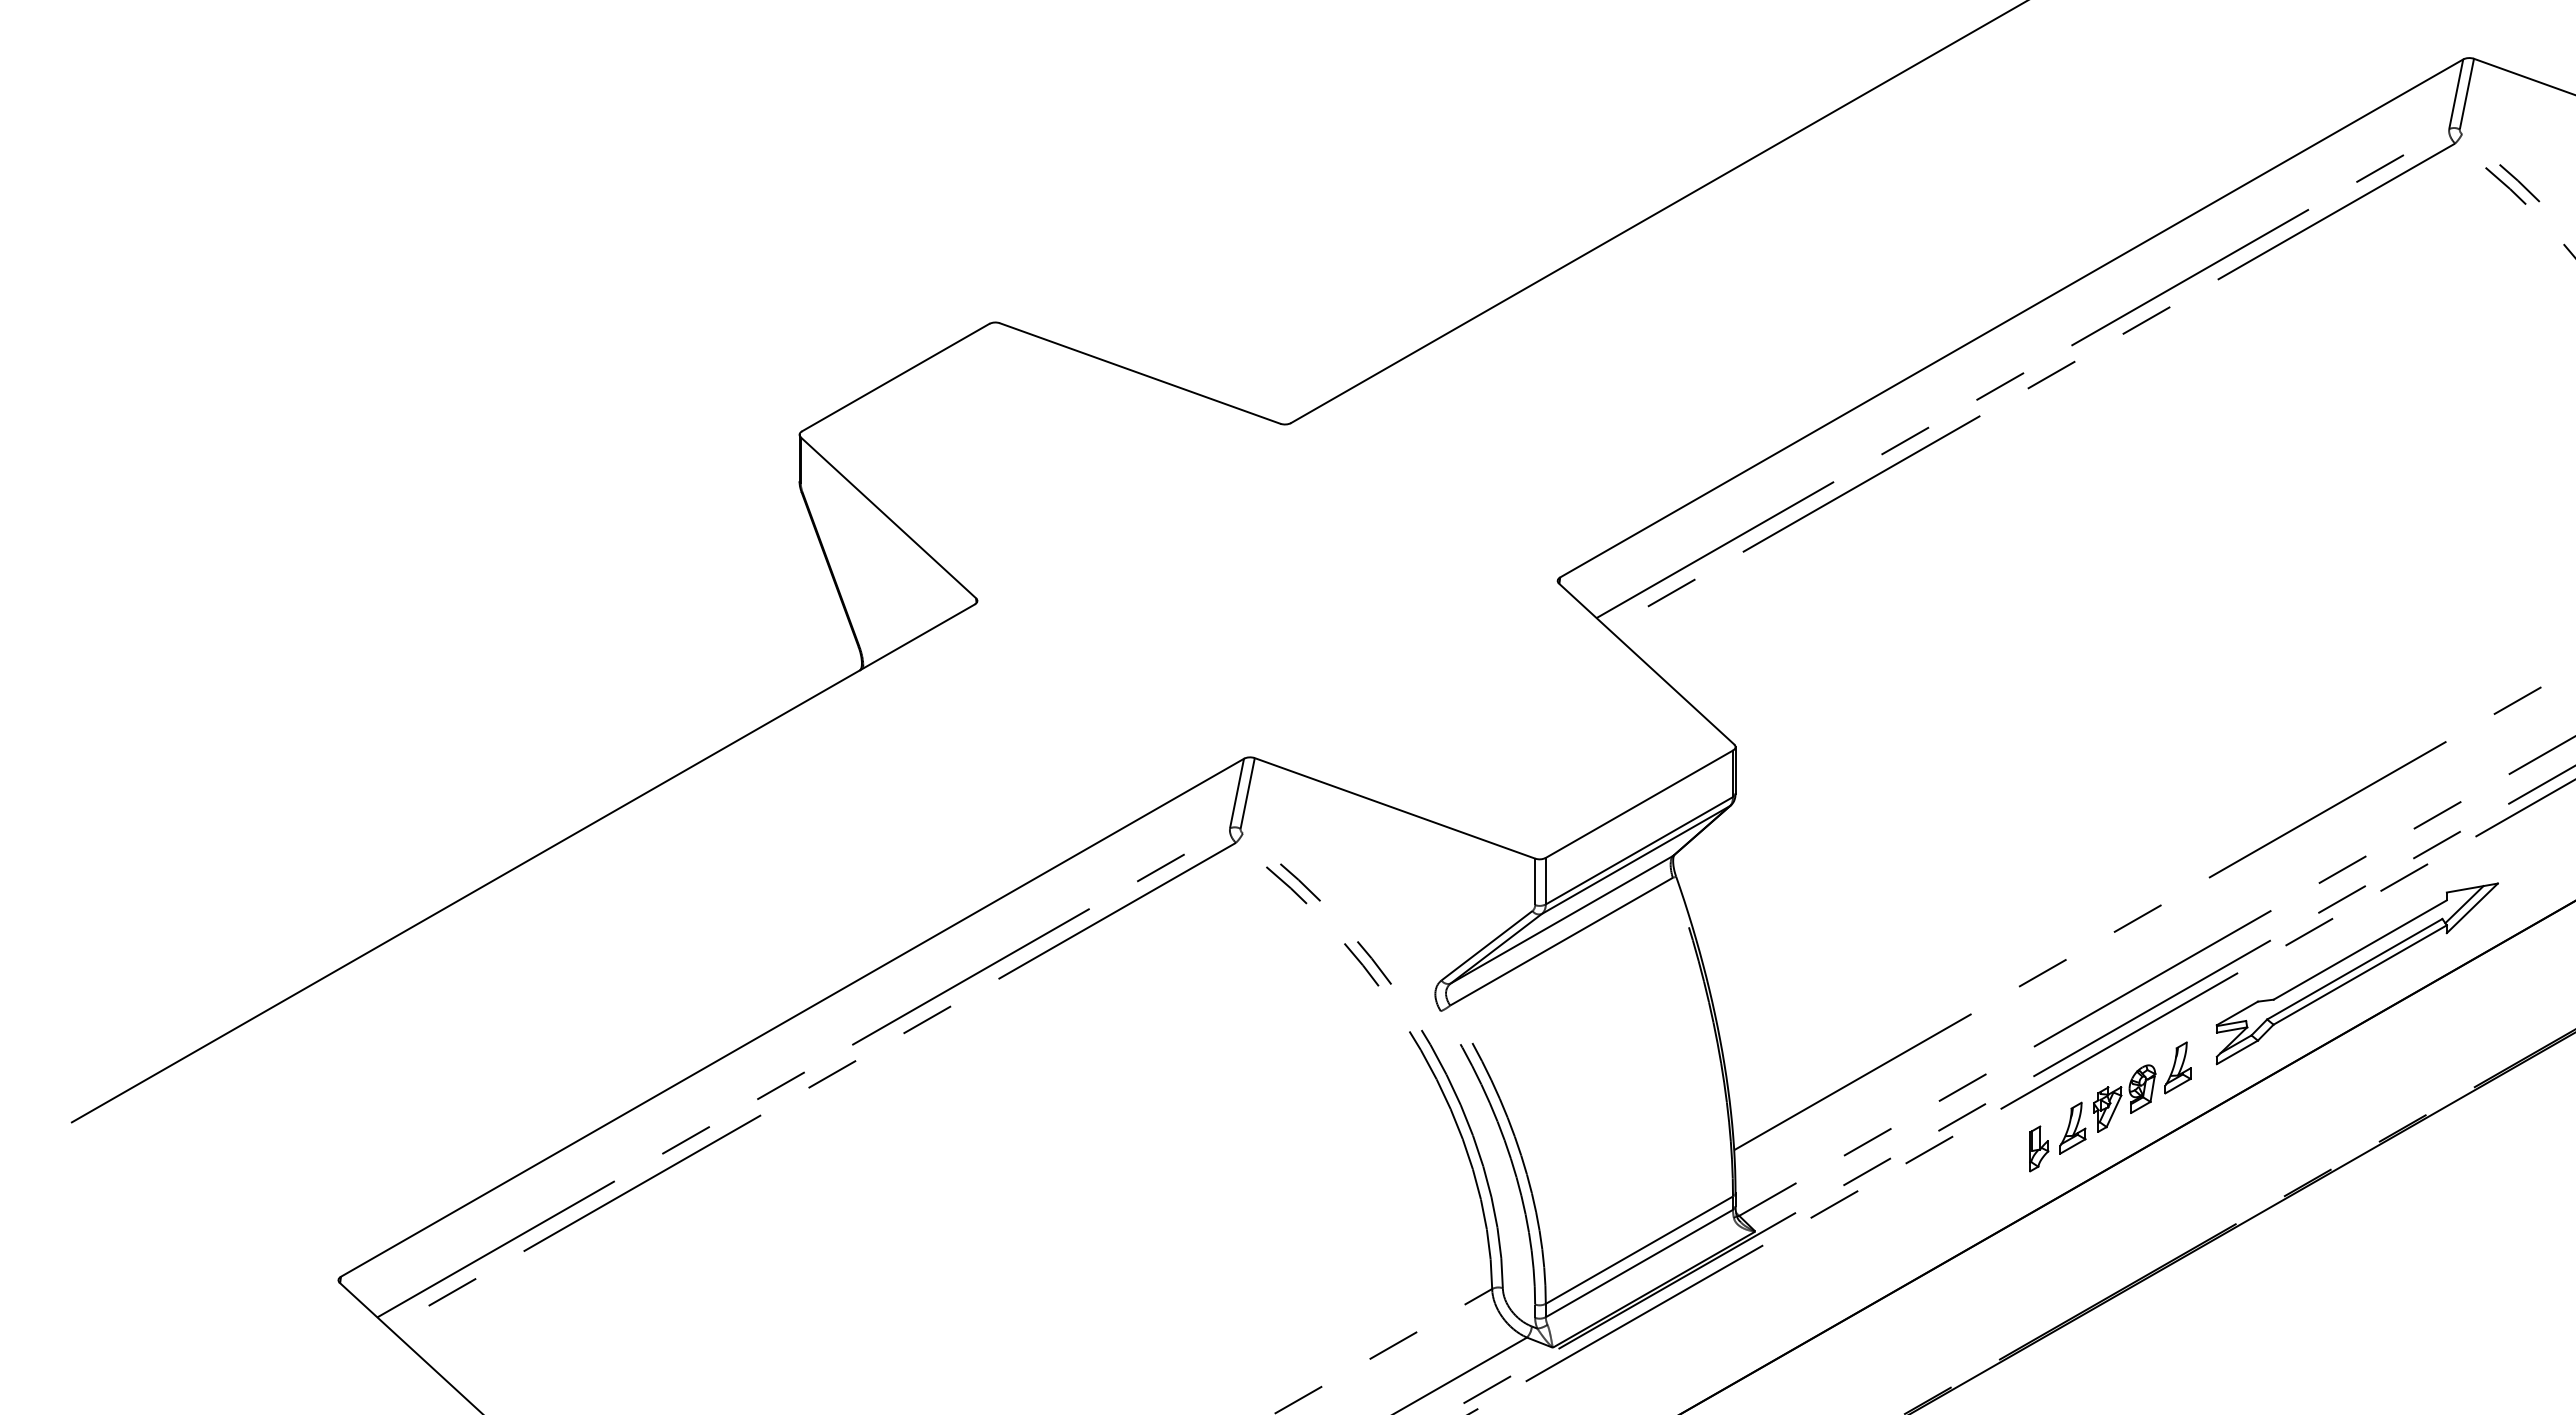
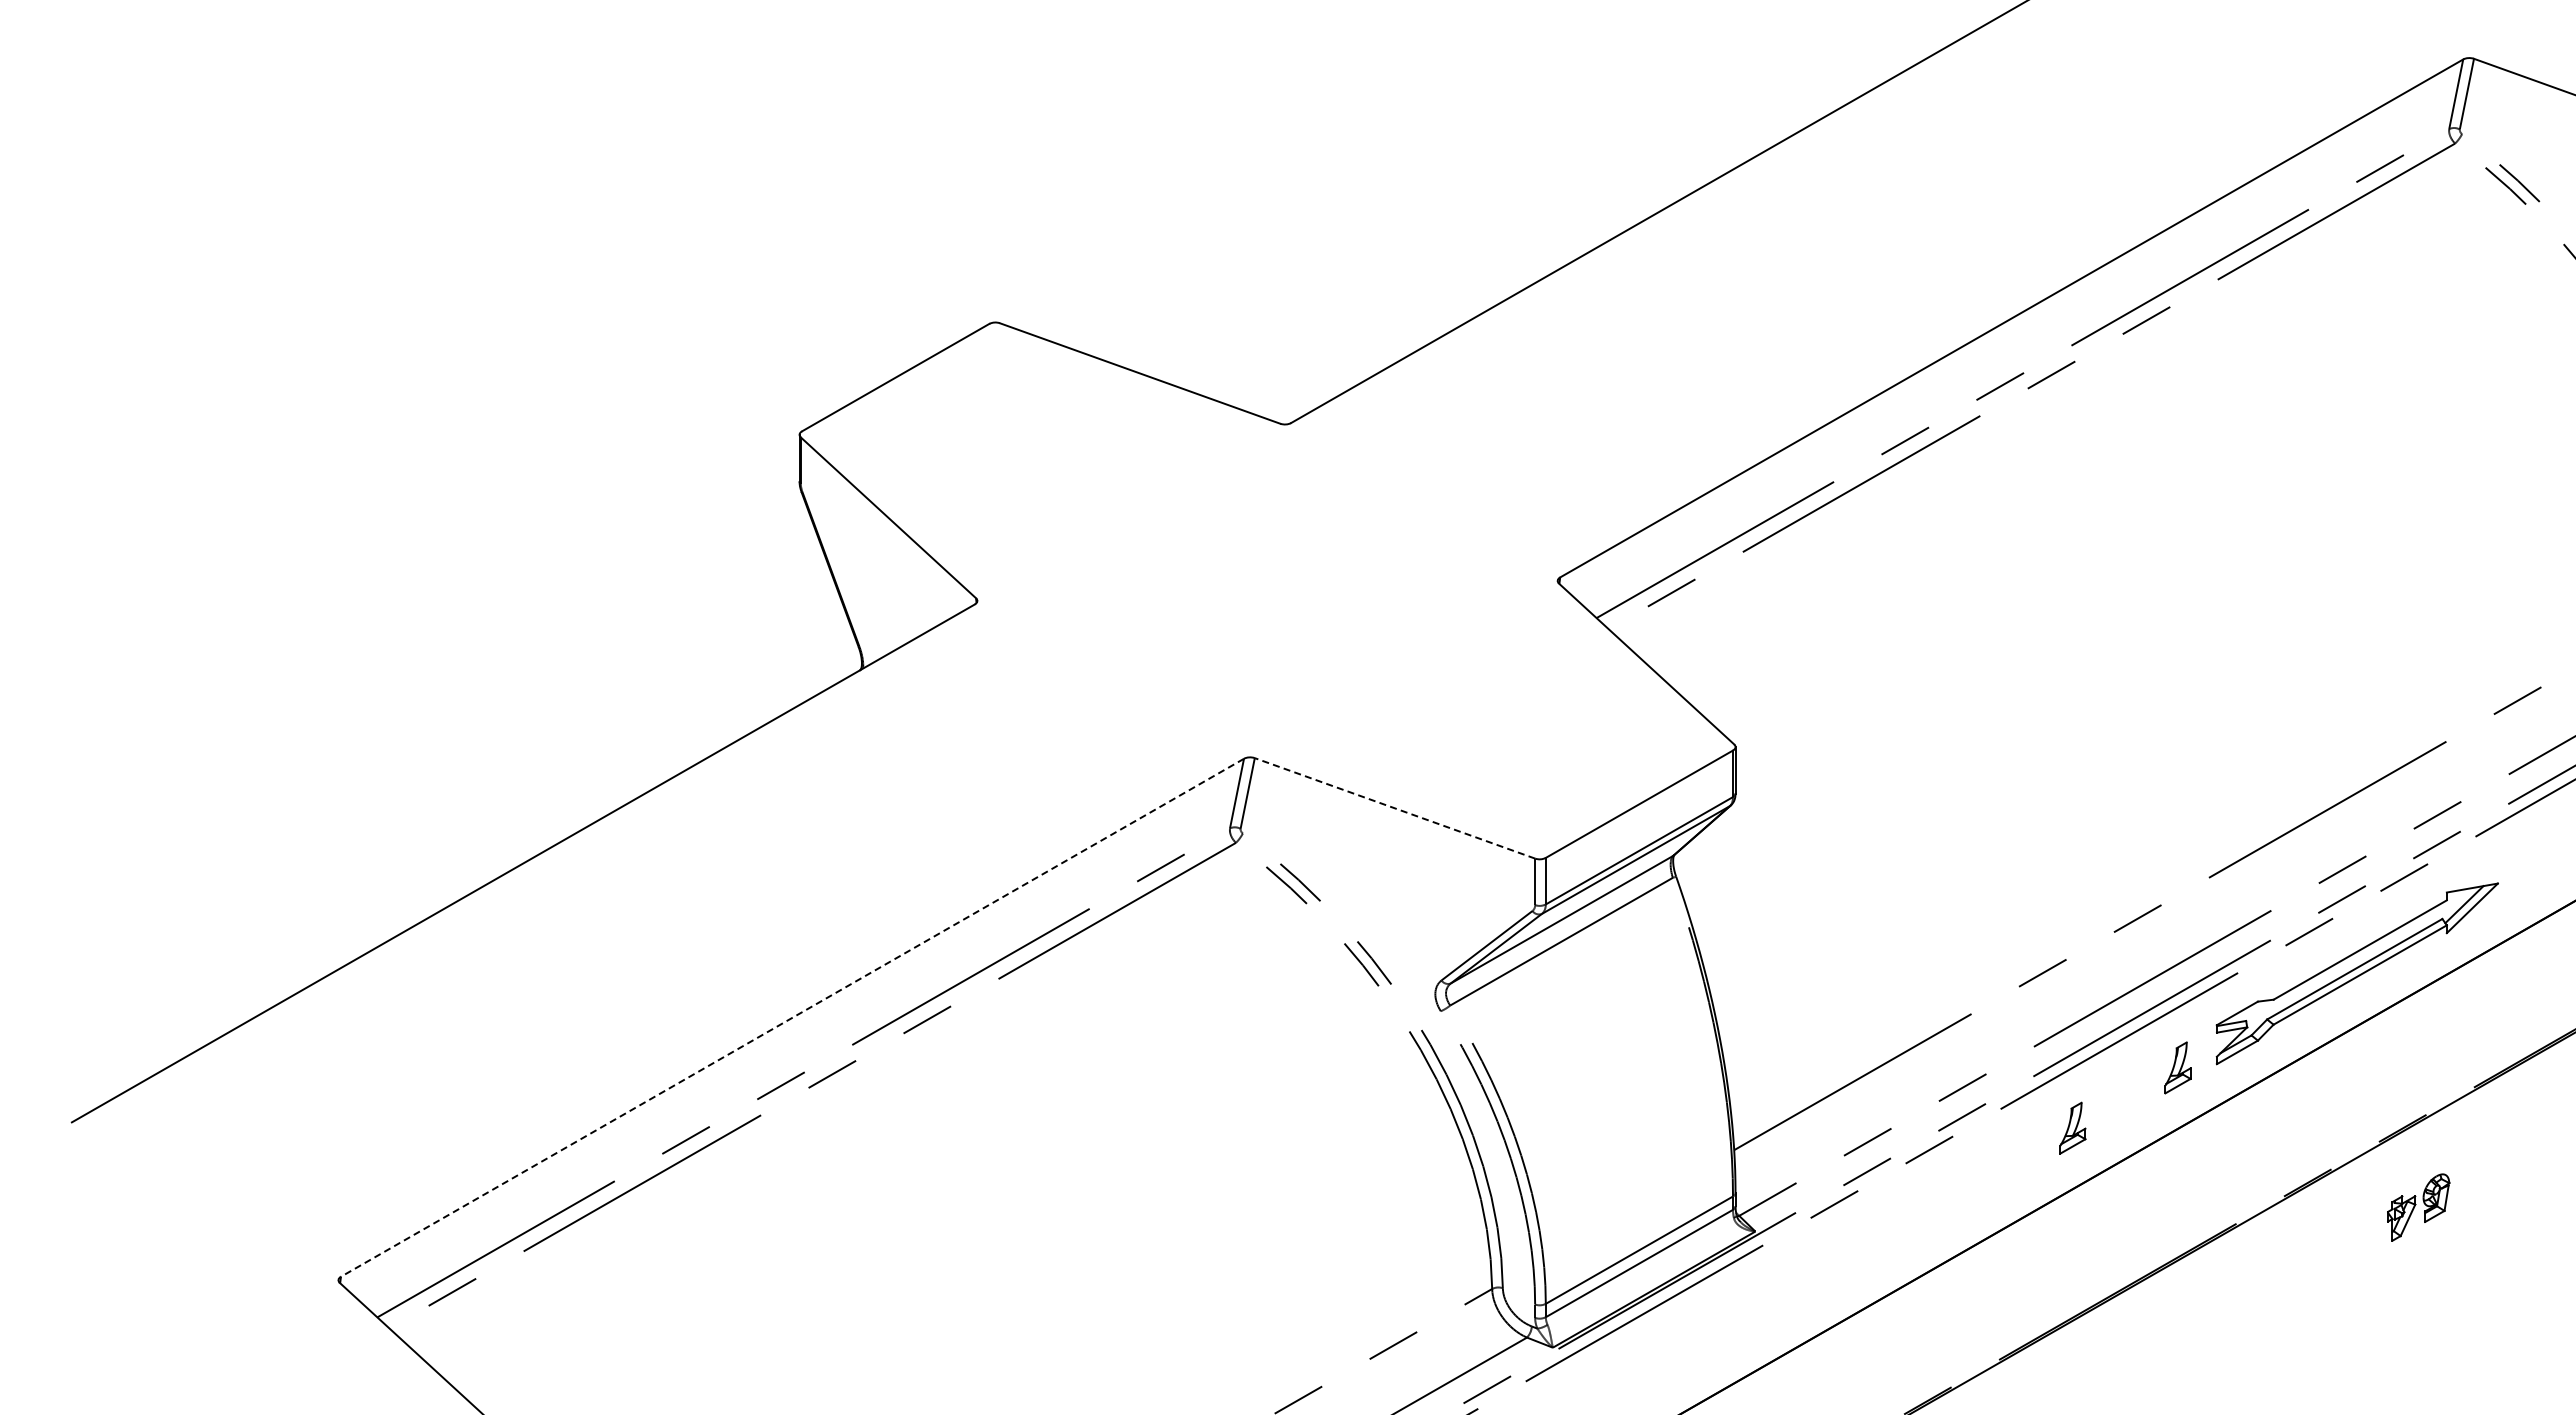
line at (1394, 808): solid -> dashed
line at (792, 1018): solid -> dashed
part at (2124, 1098) position: (2124, 1098) -> (2418, 1207)
part at (2039, 1148): present -> none
